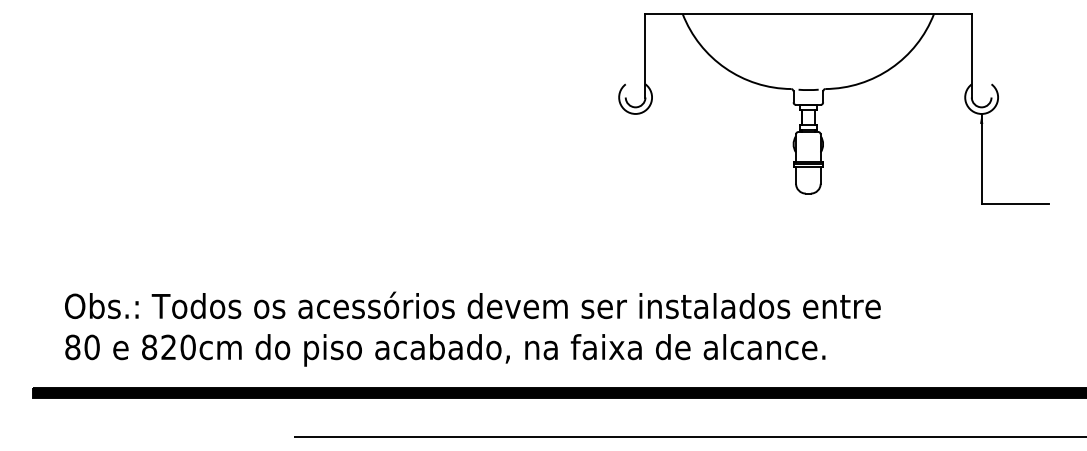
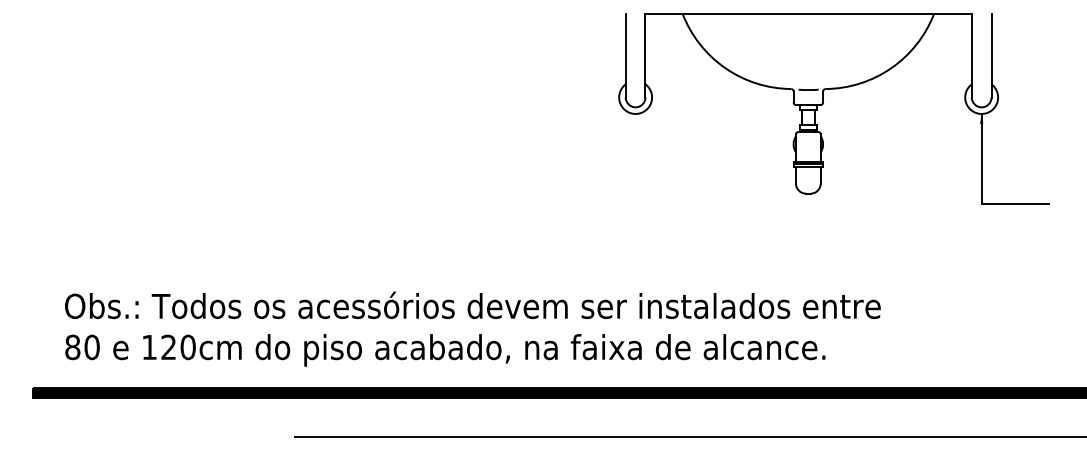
line at (625, 55): none -> present
line at (991, 55): none -> present
text at (149, 347): 820cm -> 120cm
